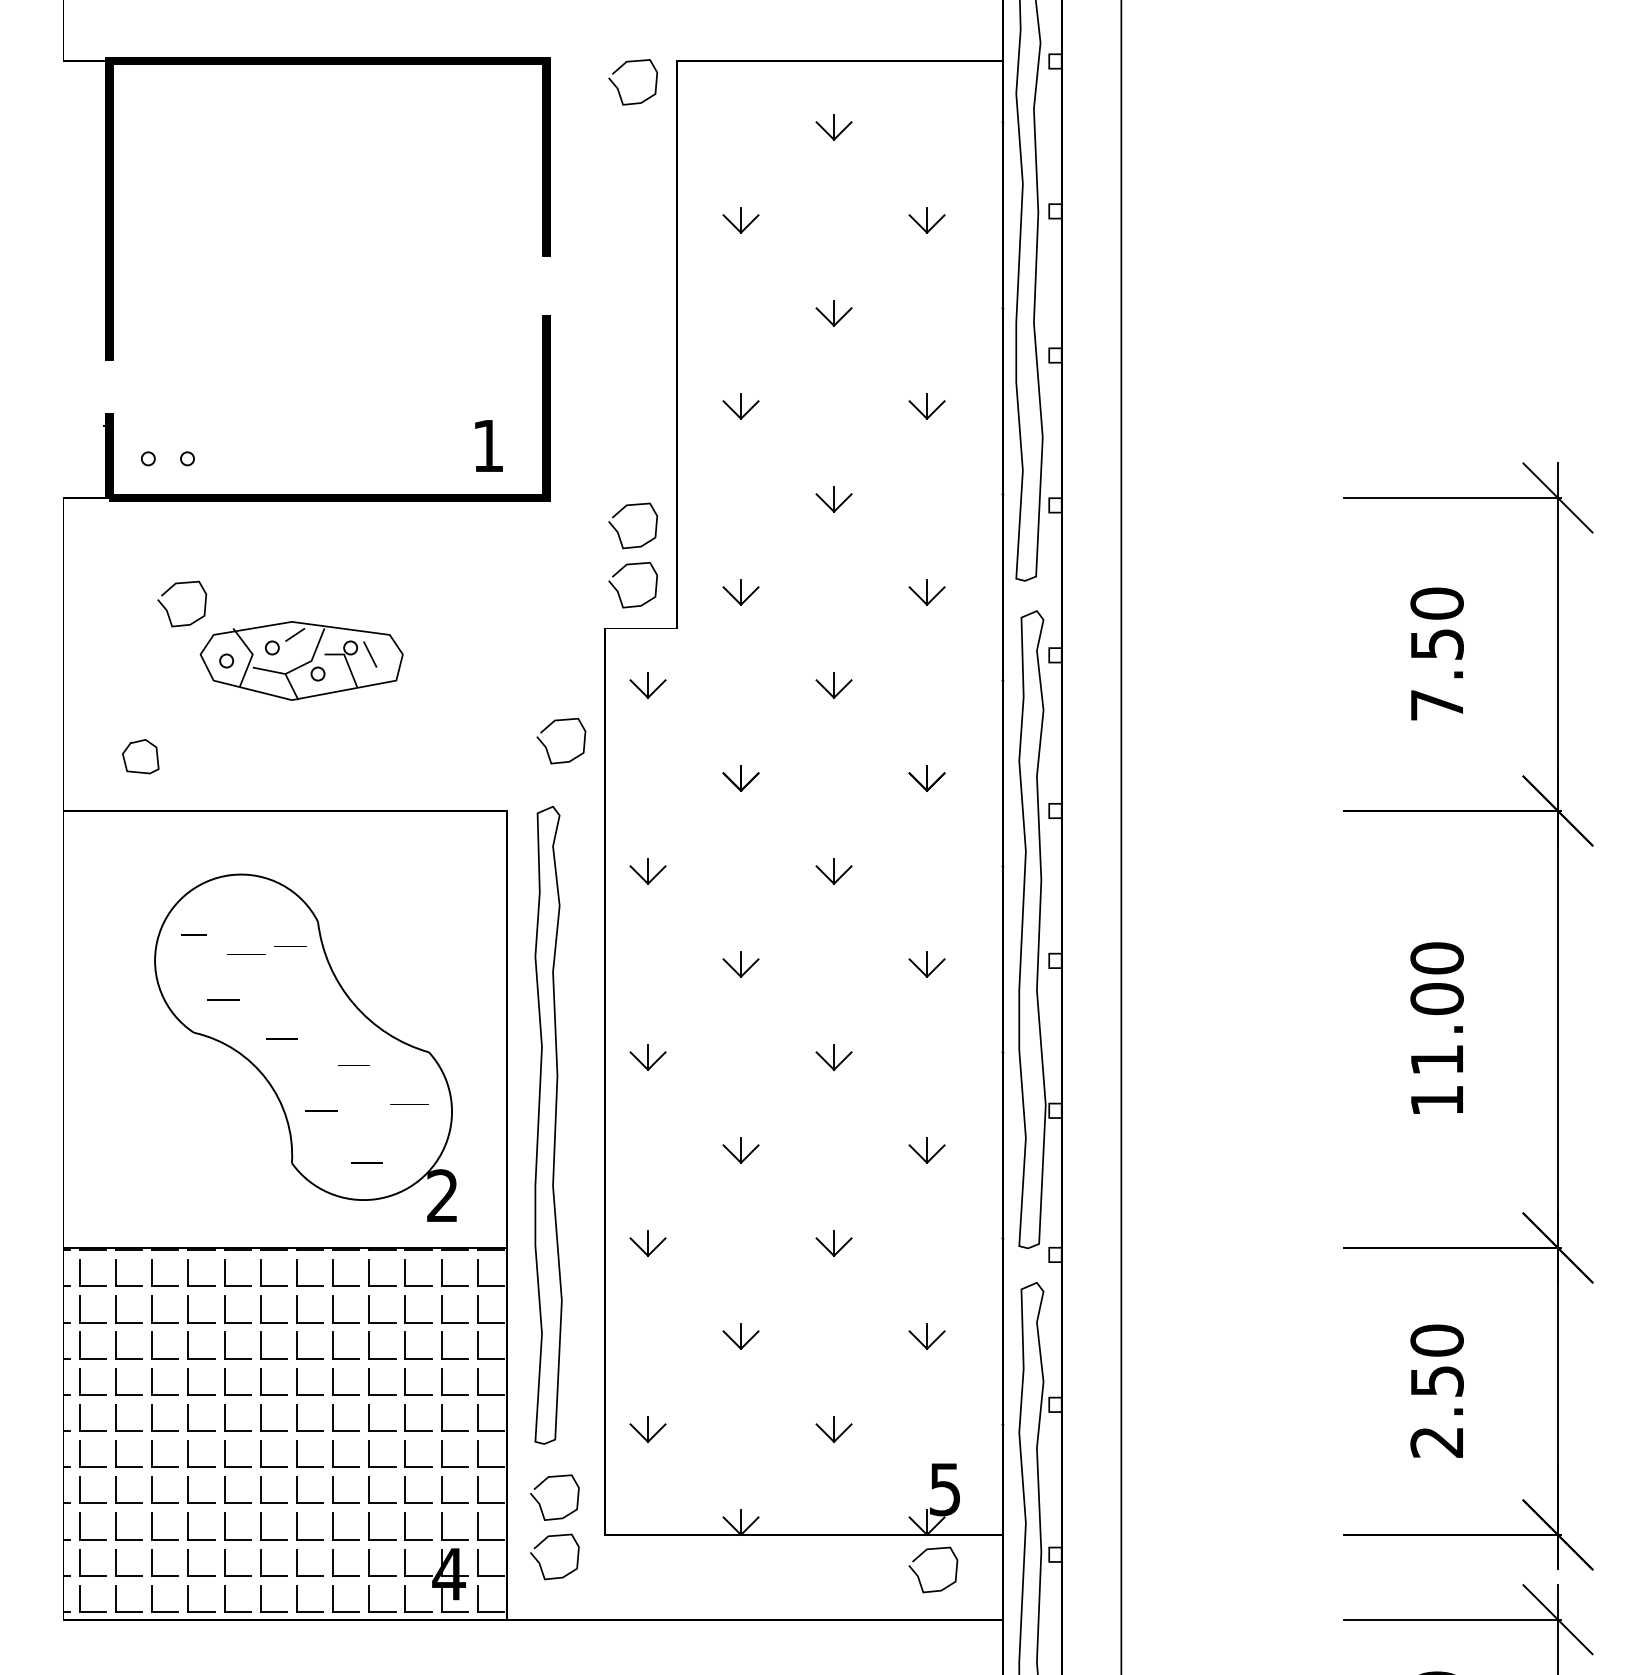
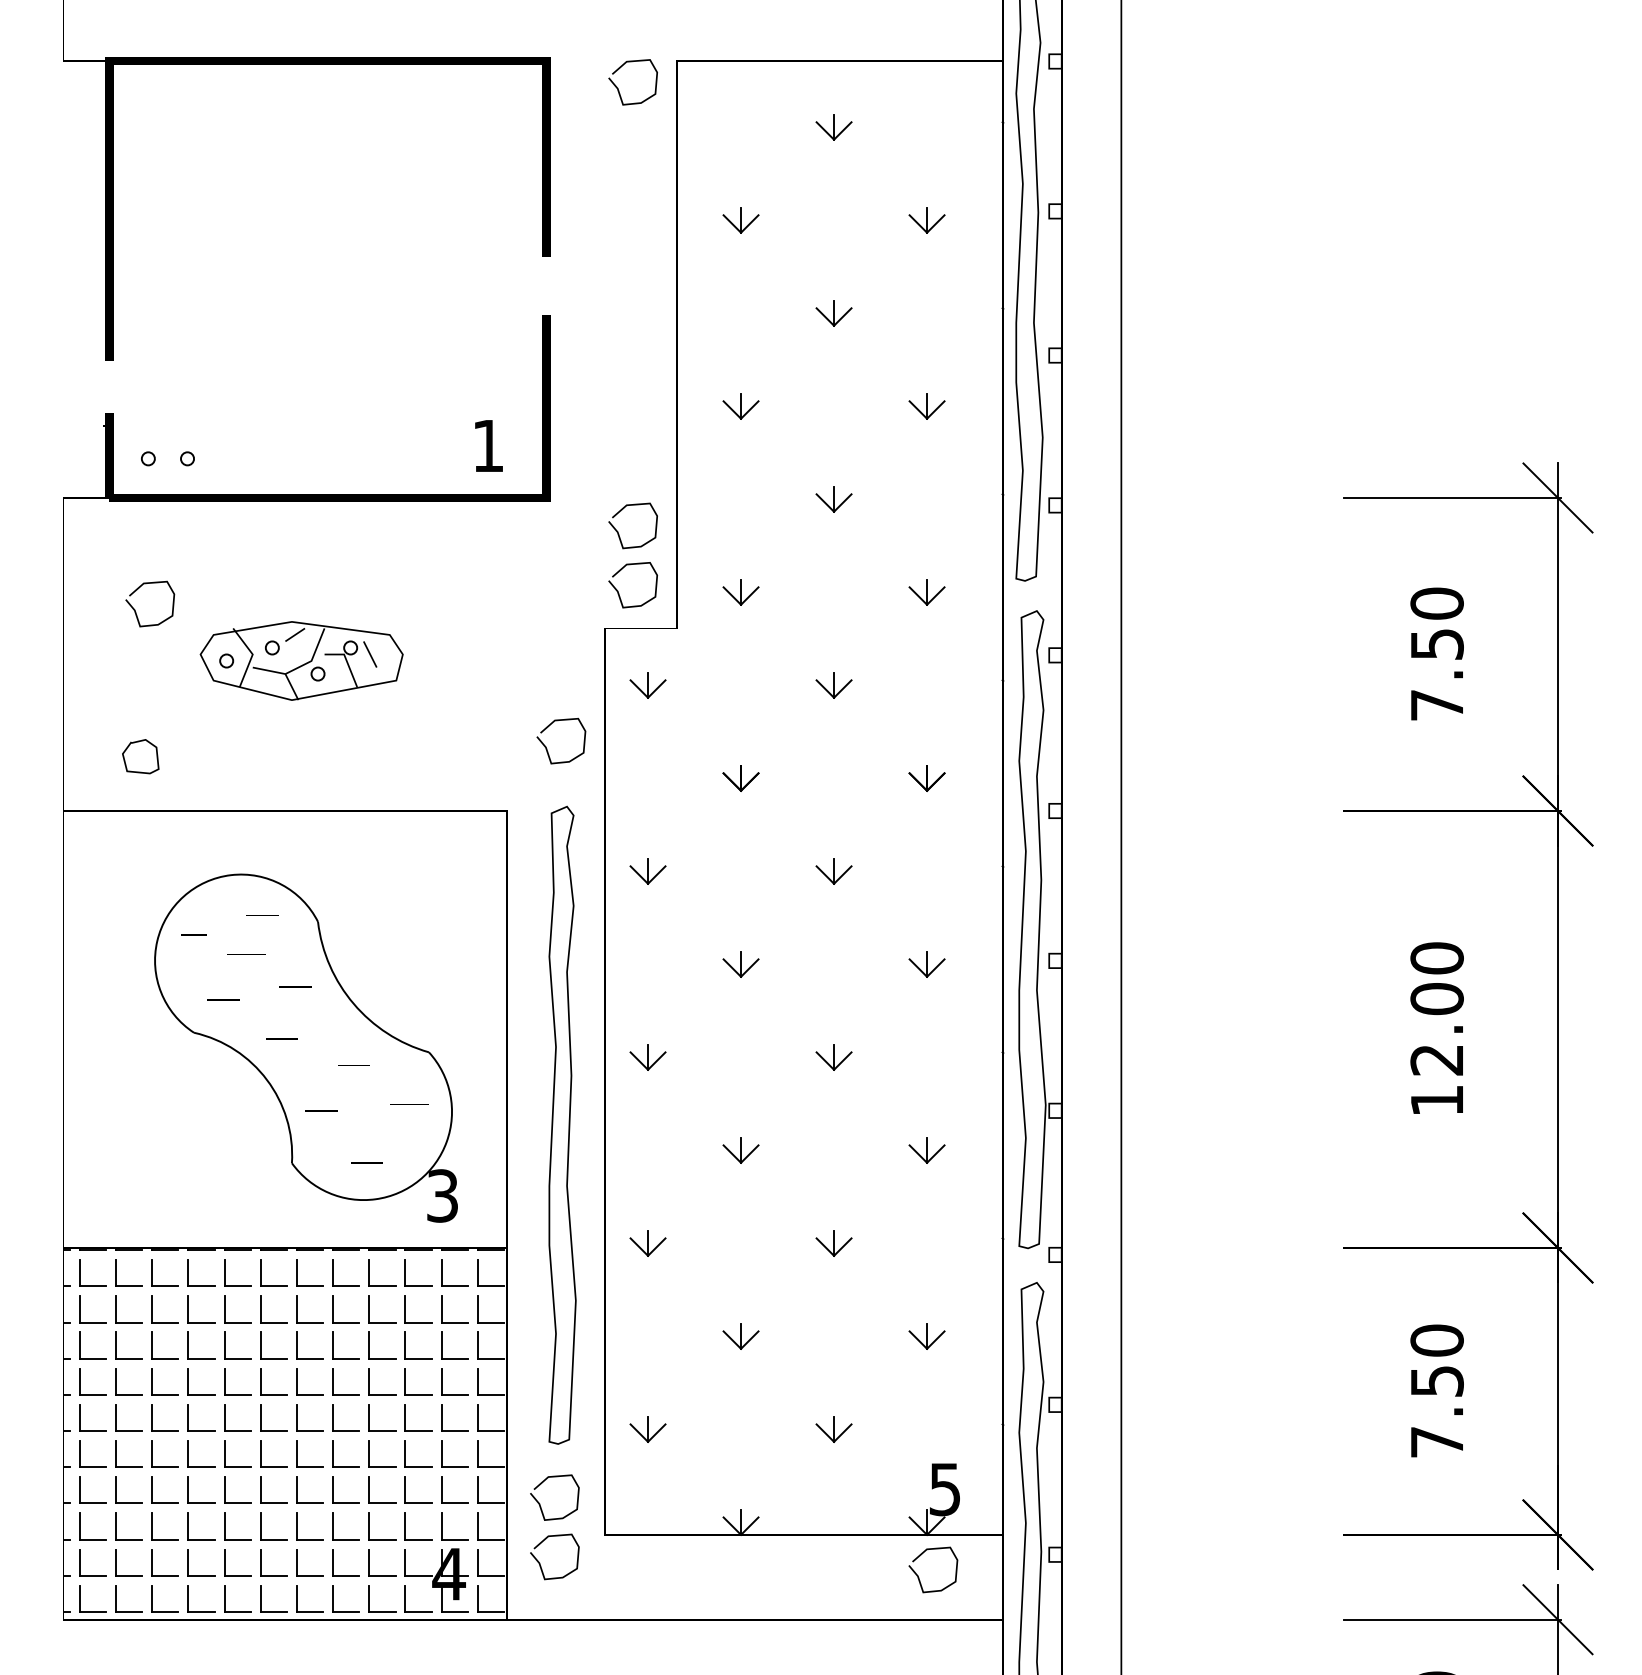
curve at (167, 609) position: (167, 609) -> (135, 609)
line at (290, 946) position: (290, 946) -> (262, 915)
line at (295, 986): none -> present
text at (1436, 1060): 11.00 -> 12.00
part at (548, 1124) position: (548, 1124) -> (562, 1124)
text at (442, 1195): 2 -> 3
text at (1436, 1442): 2.50 -> 7.50
